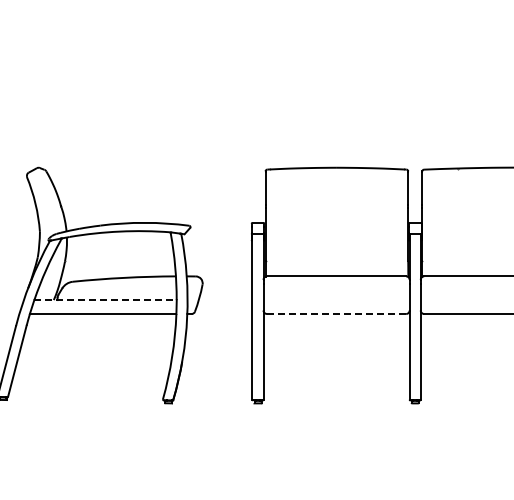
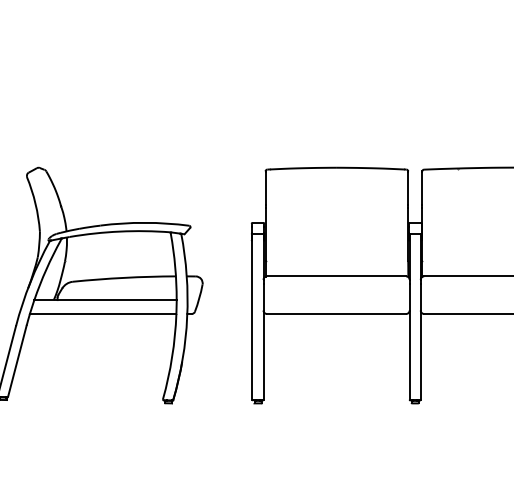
line at (106, 300): dashed -> solid
line at (336, 314): dashed -> solid
